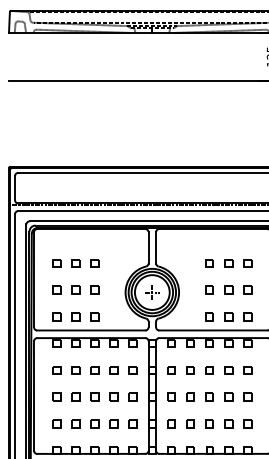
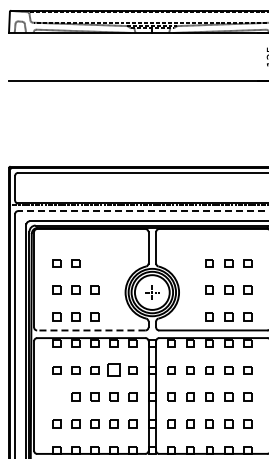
line at (142, 211): solid -> dashed
part at (94, 263): present -> none
line at (90, 330): solid -> dashed
part at (113, 370) size: 10x9 px -> 14x14 px
part at (56, 396): present -> none
